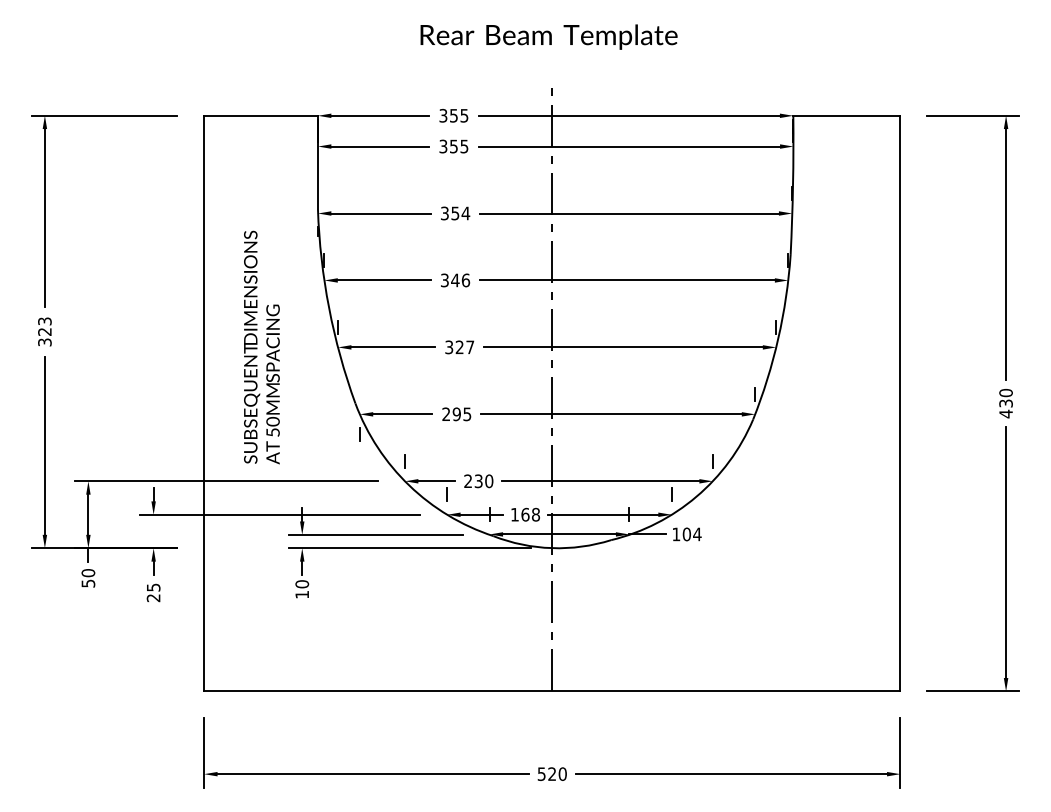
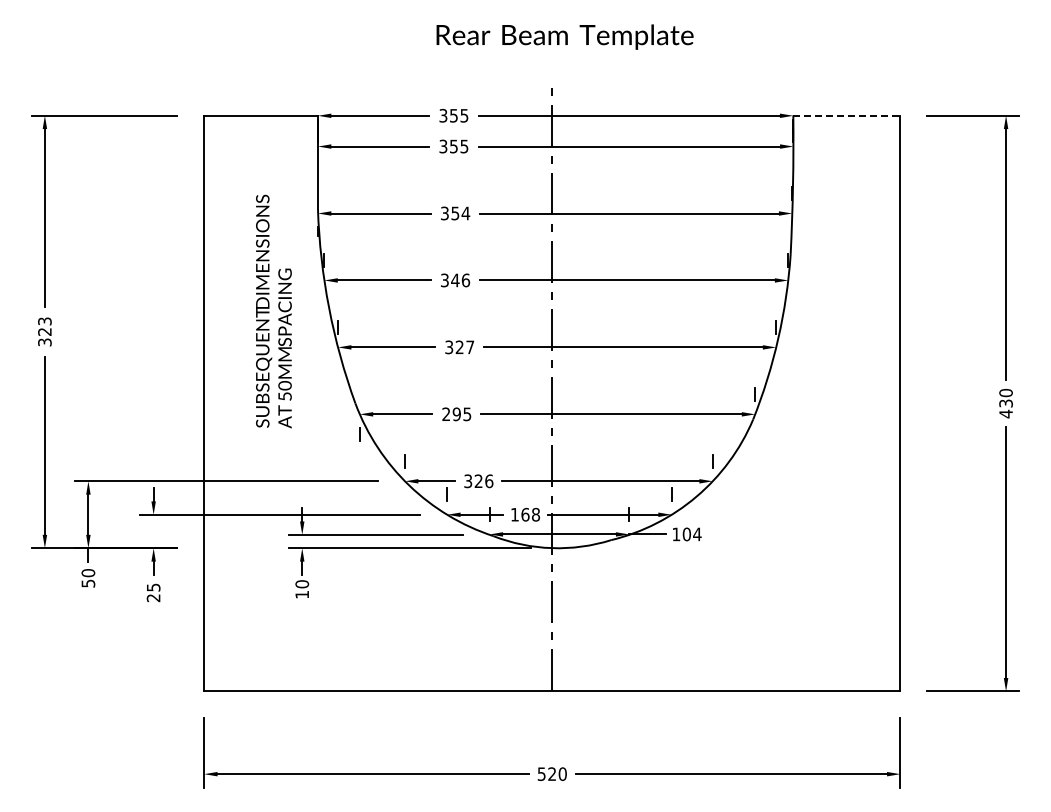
text at (548, 36) position: (548, 36) -> (564, 36)
line at (846, 115): solid -> dashed
text at (261, 347) position: (261, 347) -> (273, 311)
text at (478, 481): 230 -> 326
